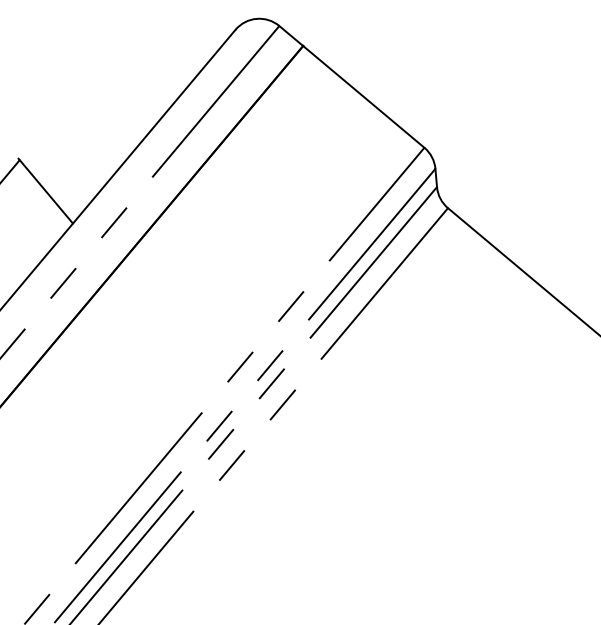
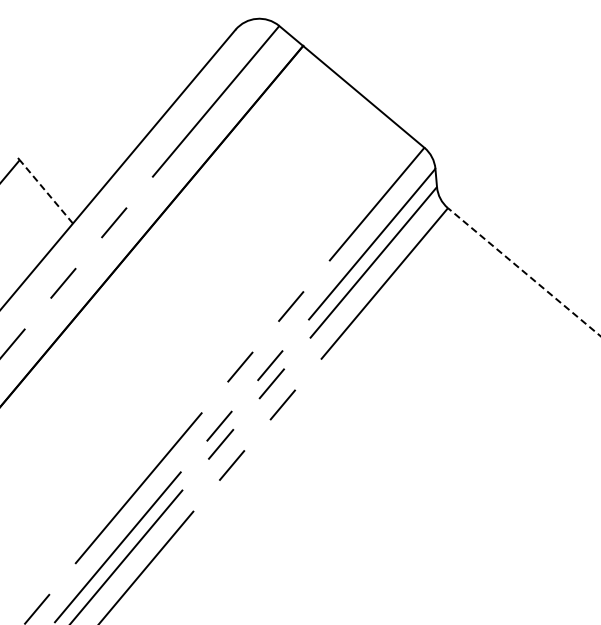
line at (46, 191): solid -> dashed
line at (523, 271): solid -> dashed
